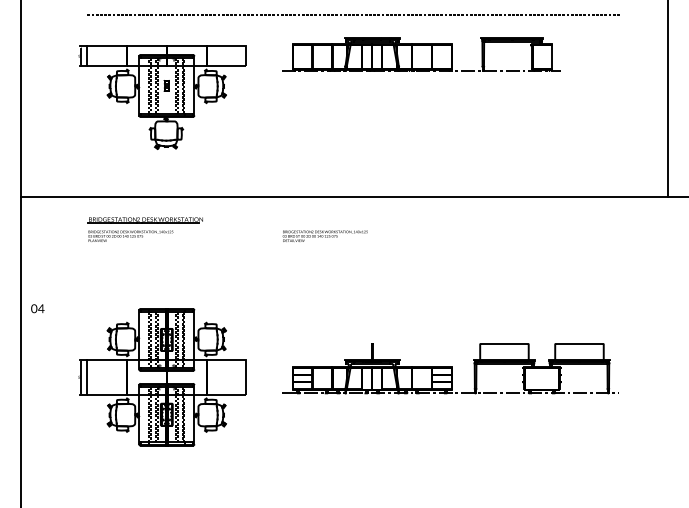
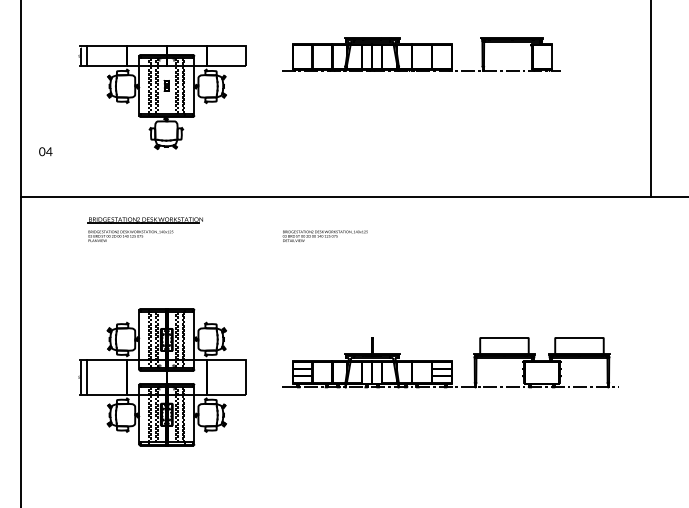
line at (353, 15): present -> none
line at (668, 99) position: (668, 99) -> (651, 99)
text at (37, 308) position: (37, 308) -> (45, 151)
part at (450, 368) position: (450, 368) -> (450, 362)
